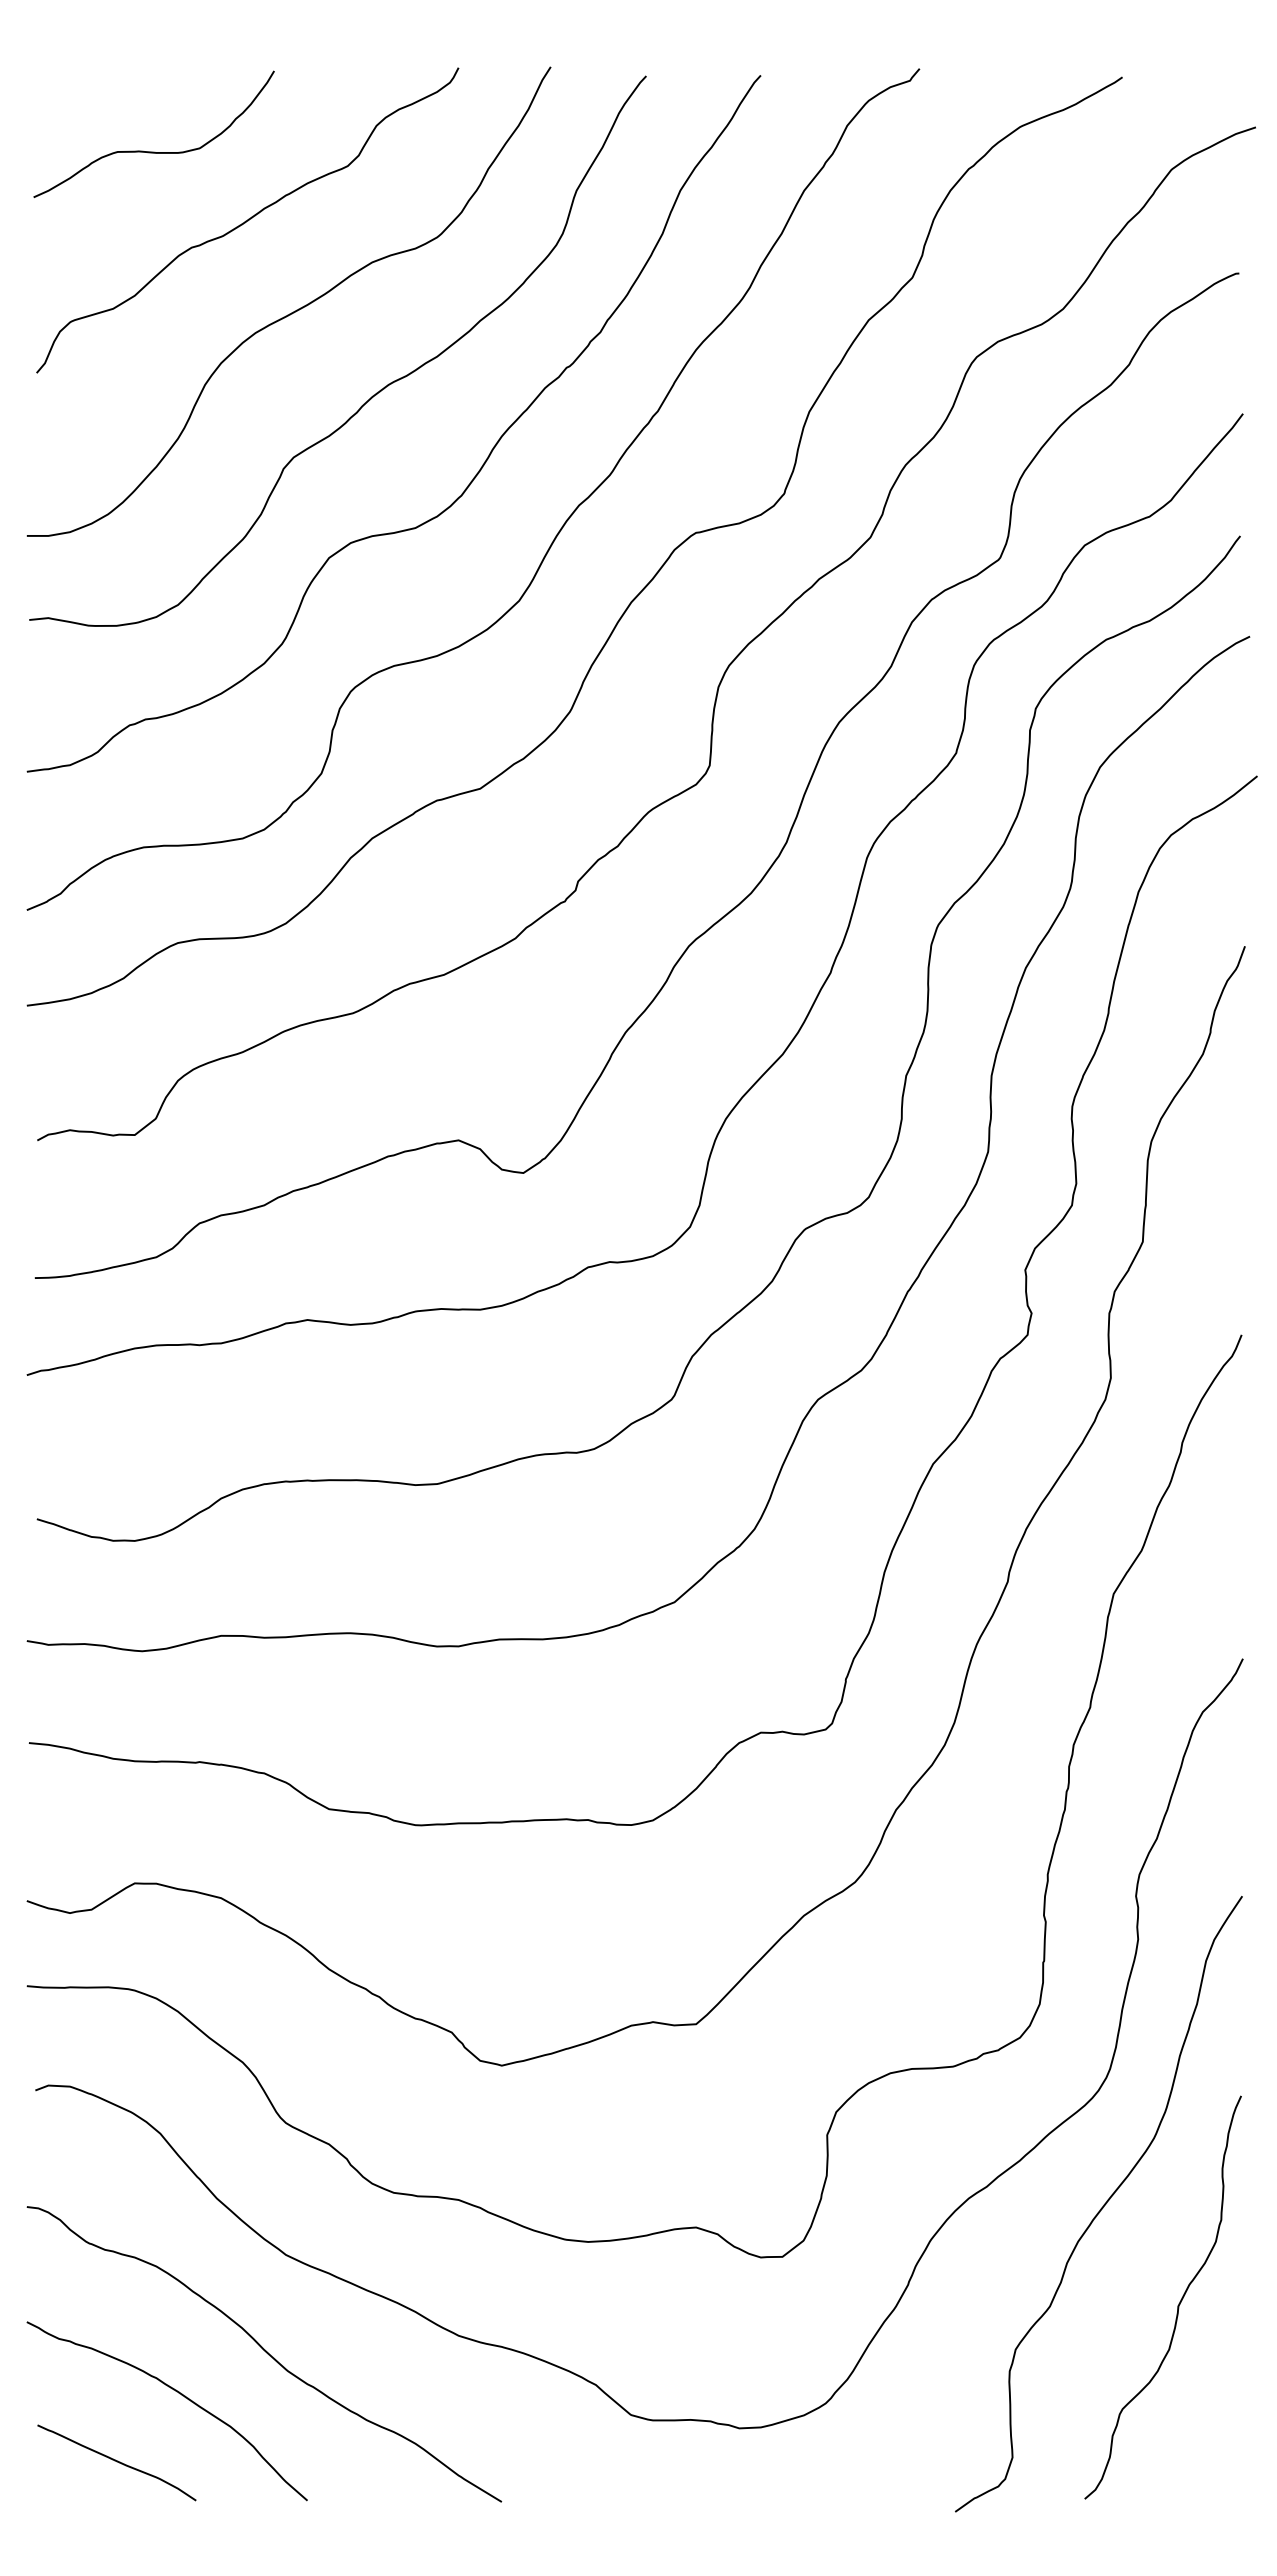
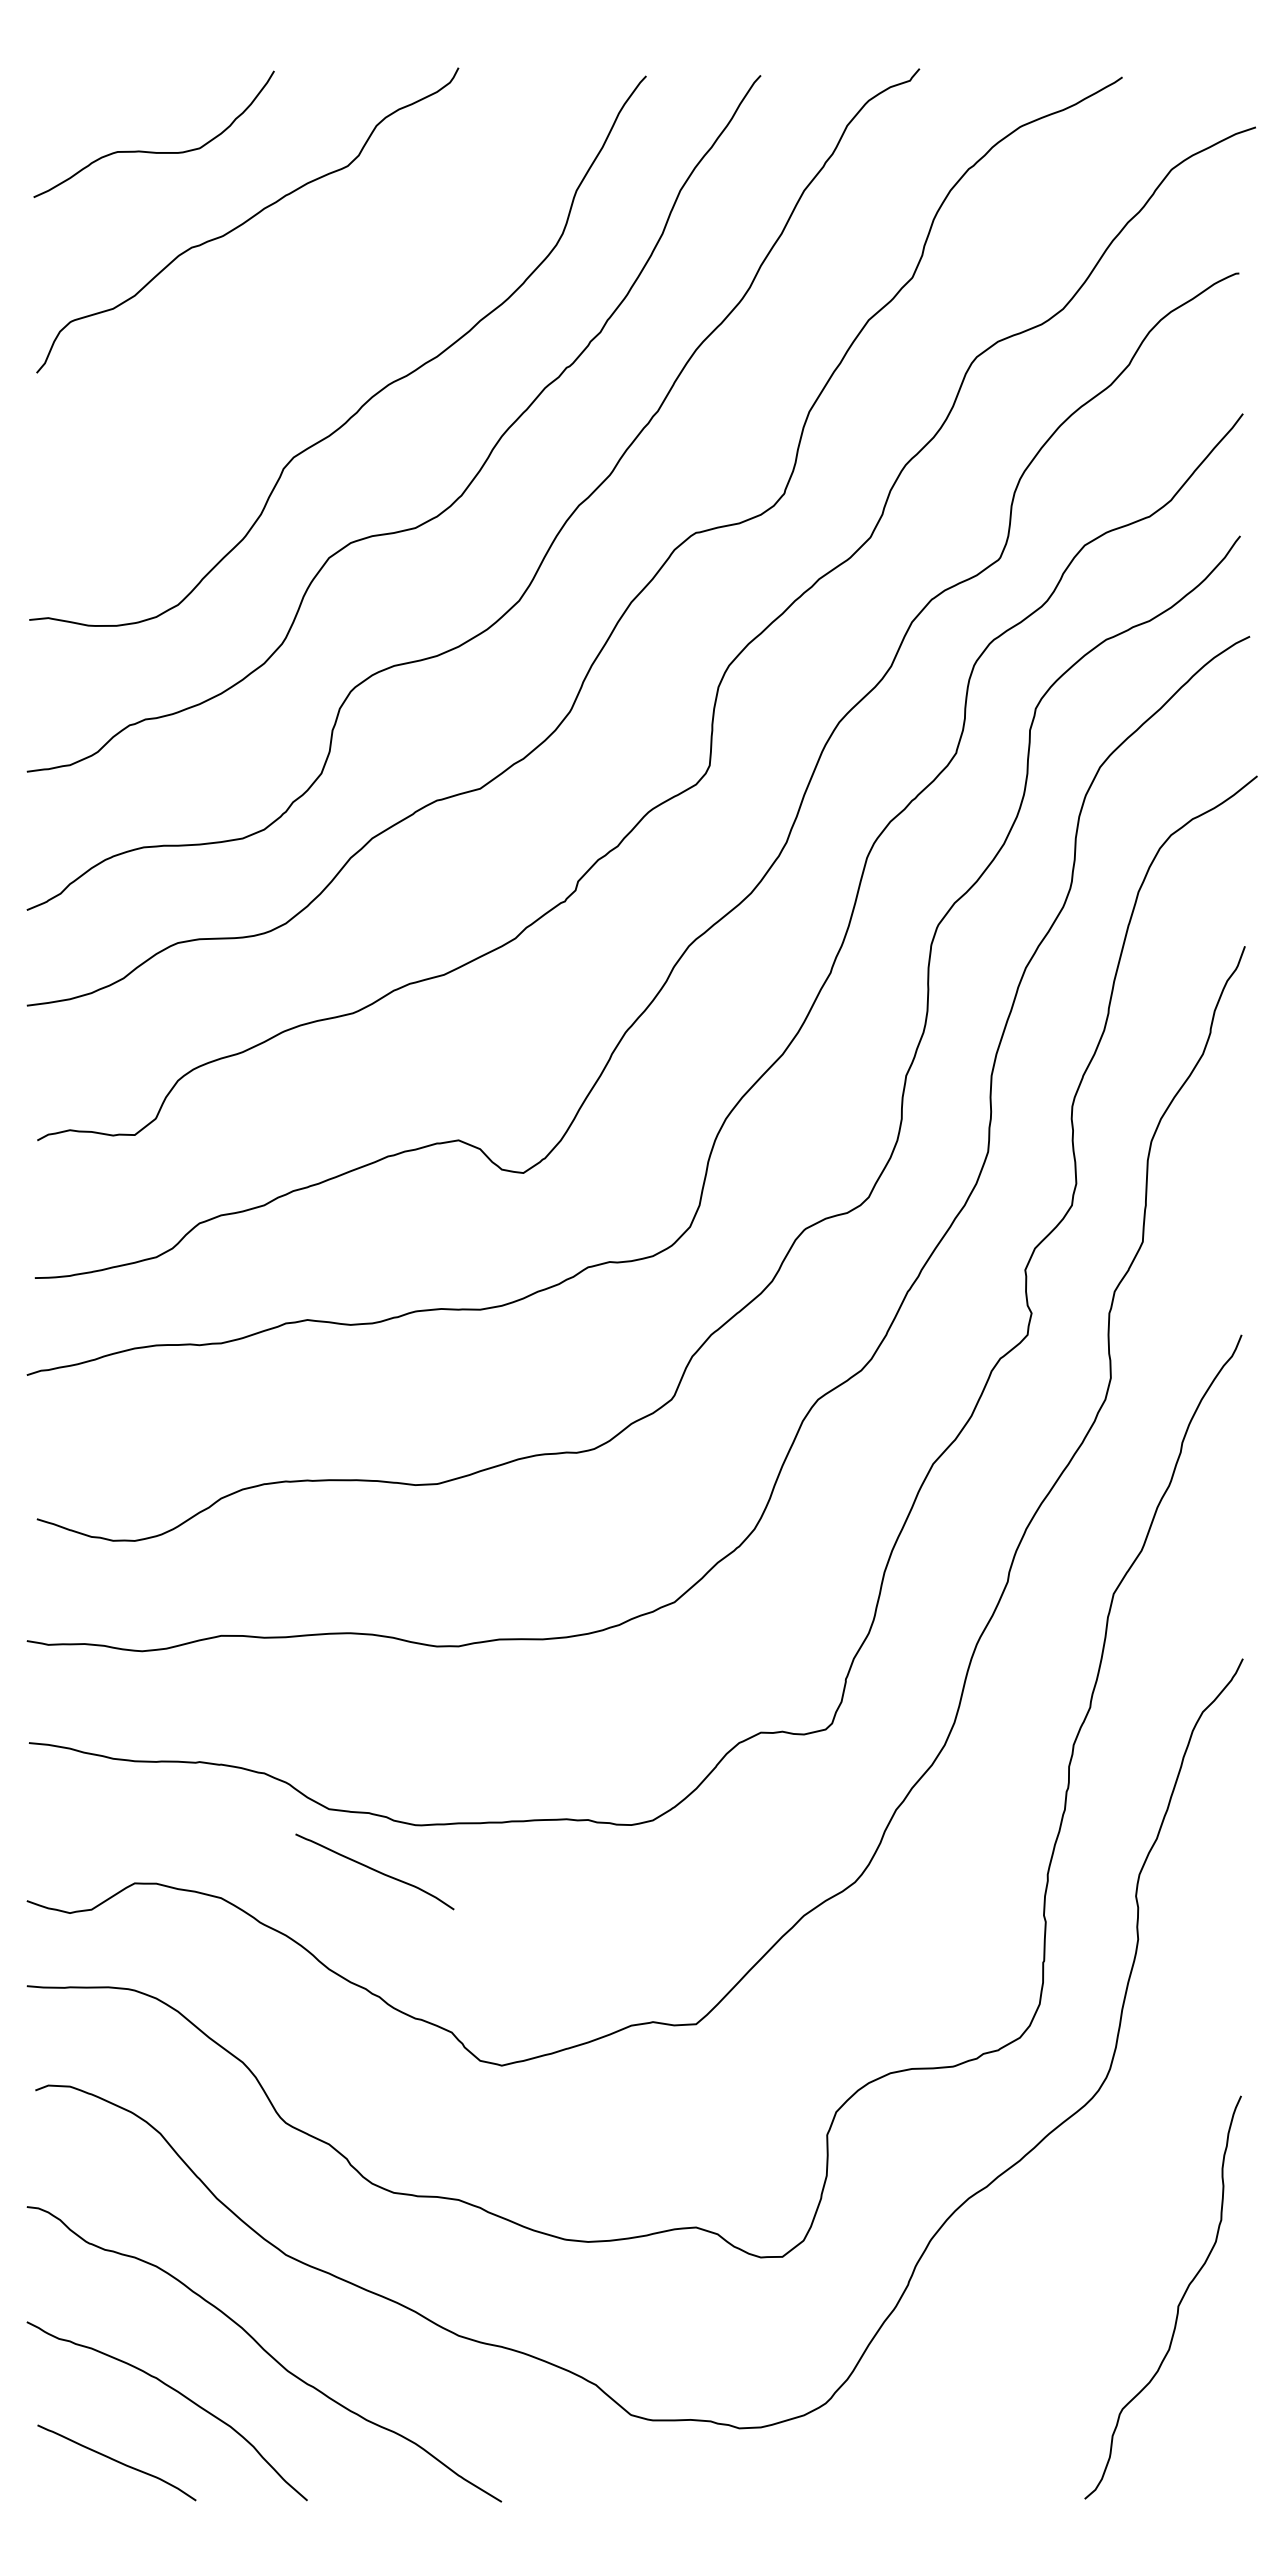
curve at (293, 311): present -> none
curve at (374, 1871): none -> present
curve at (1101, 2207): present -> none
